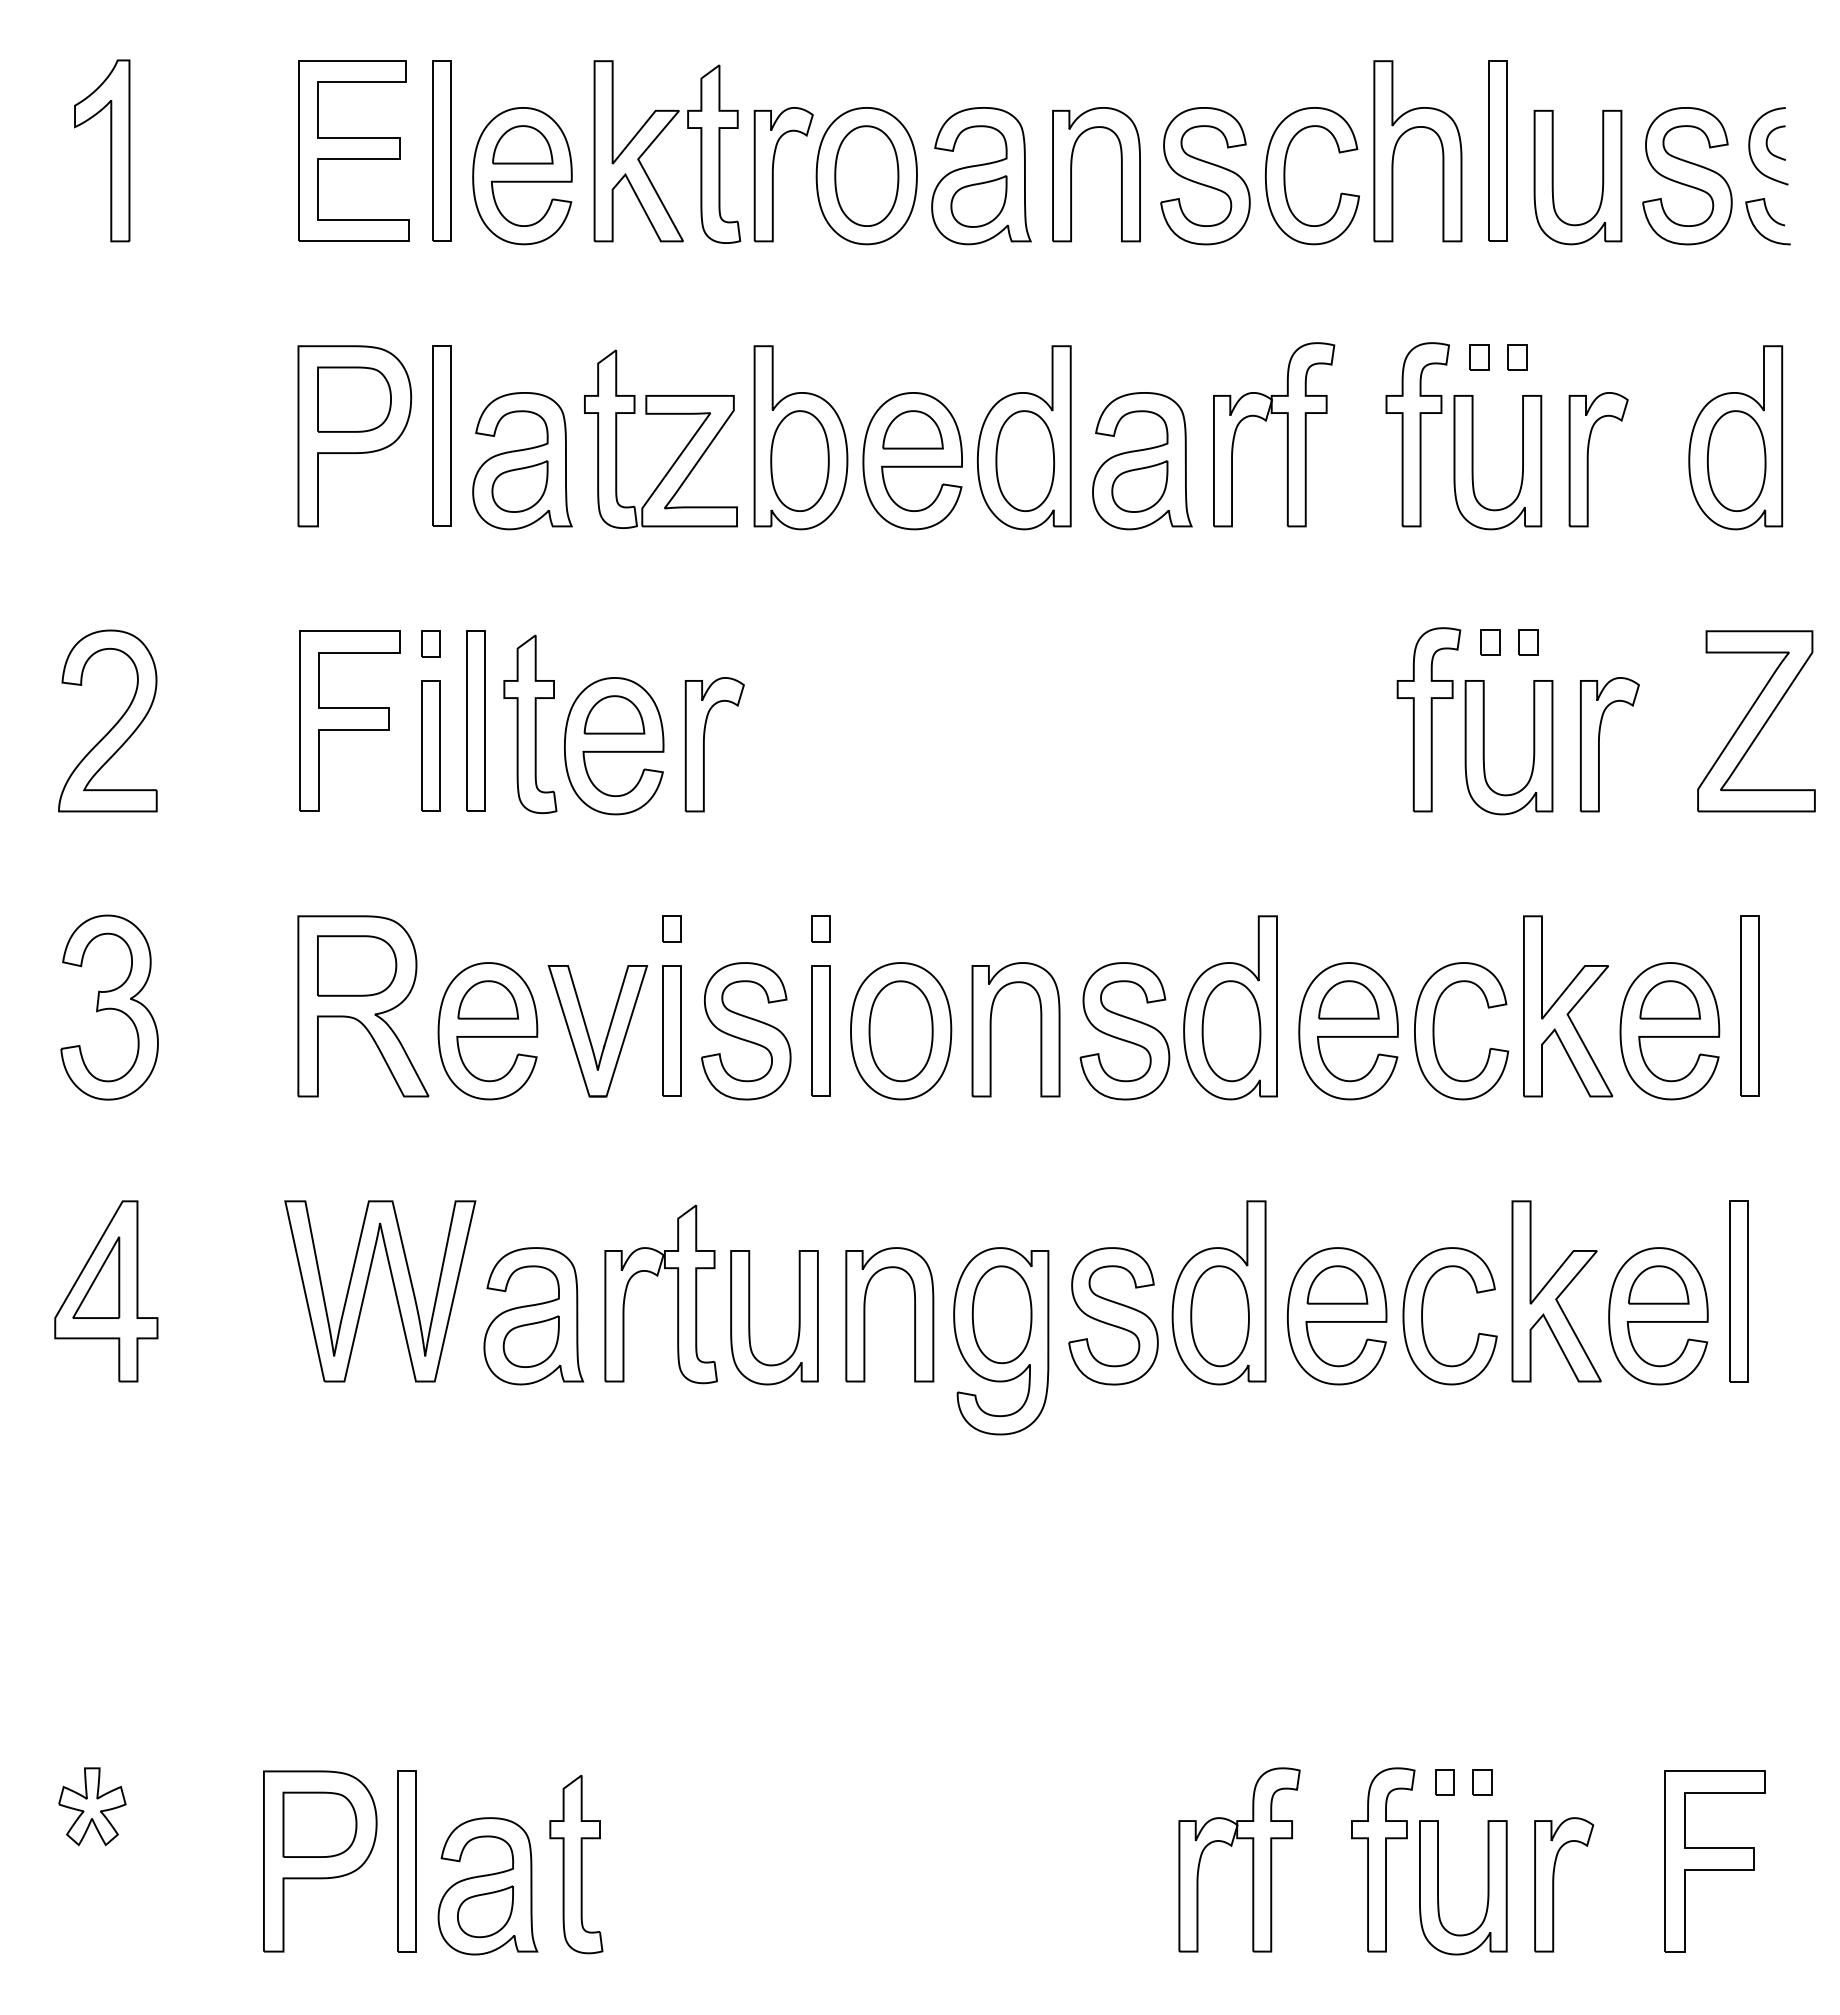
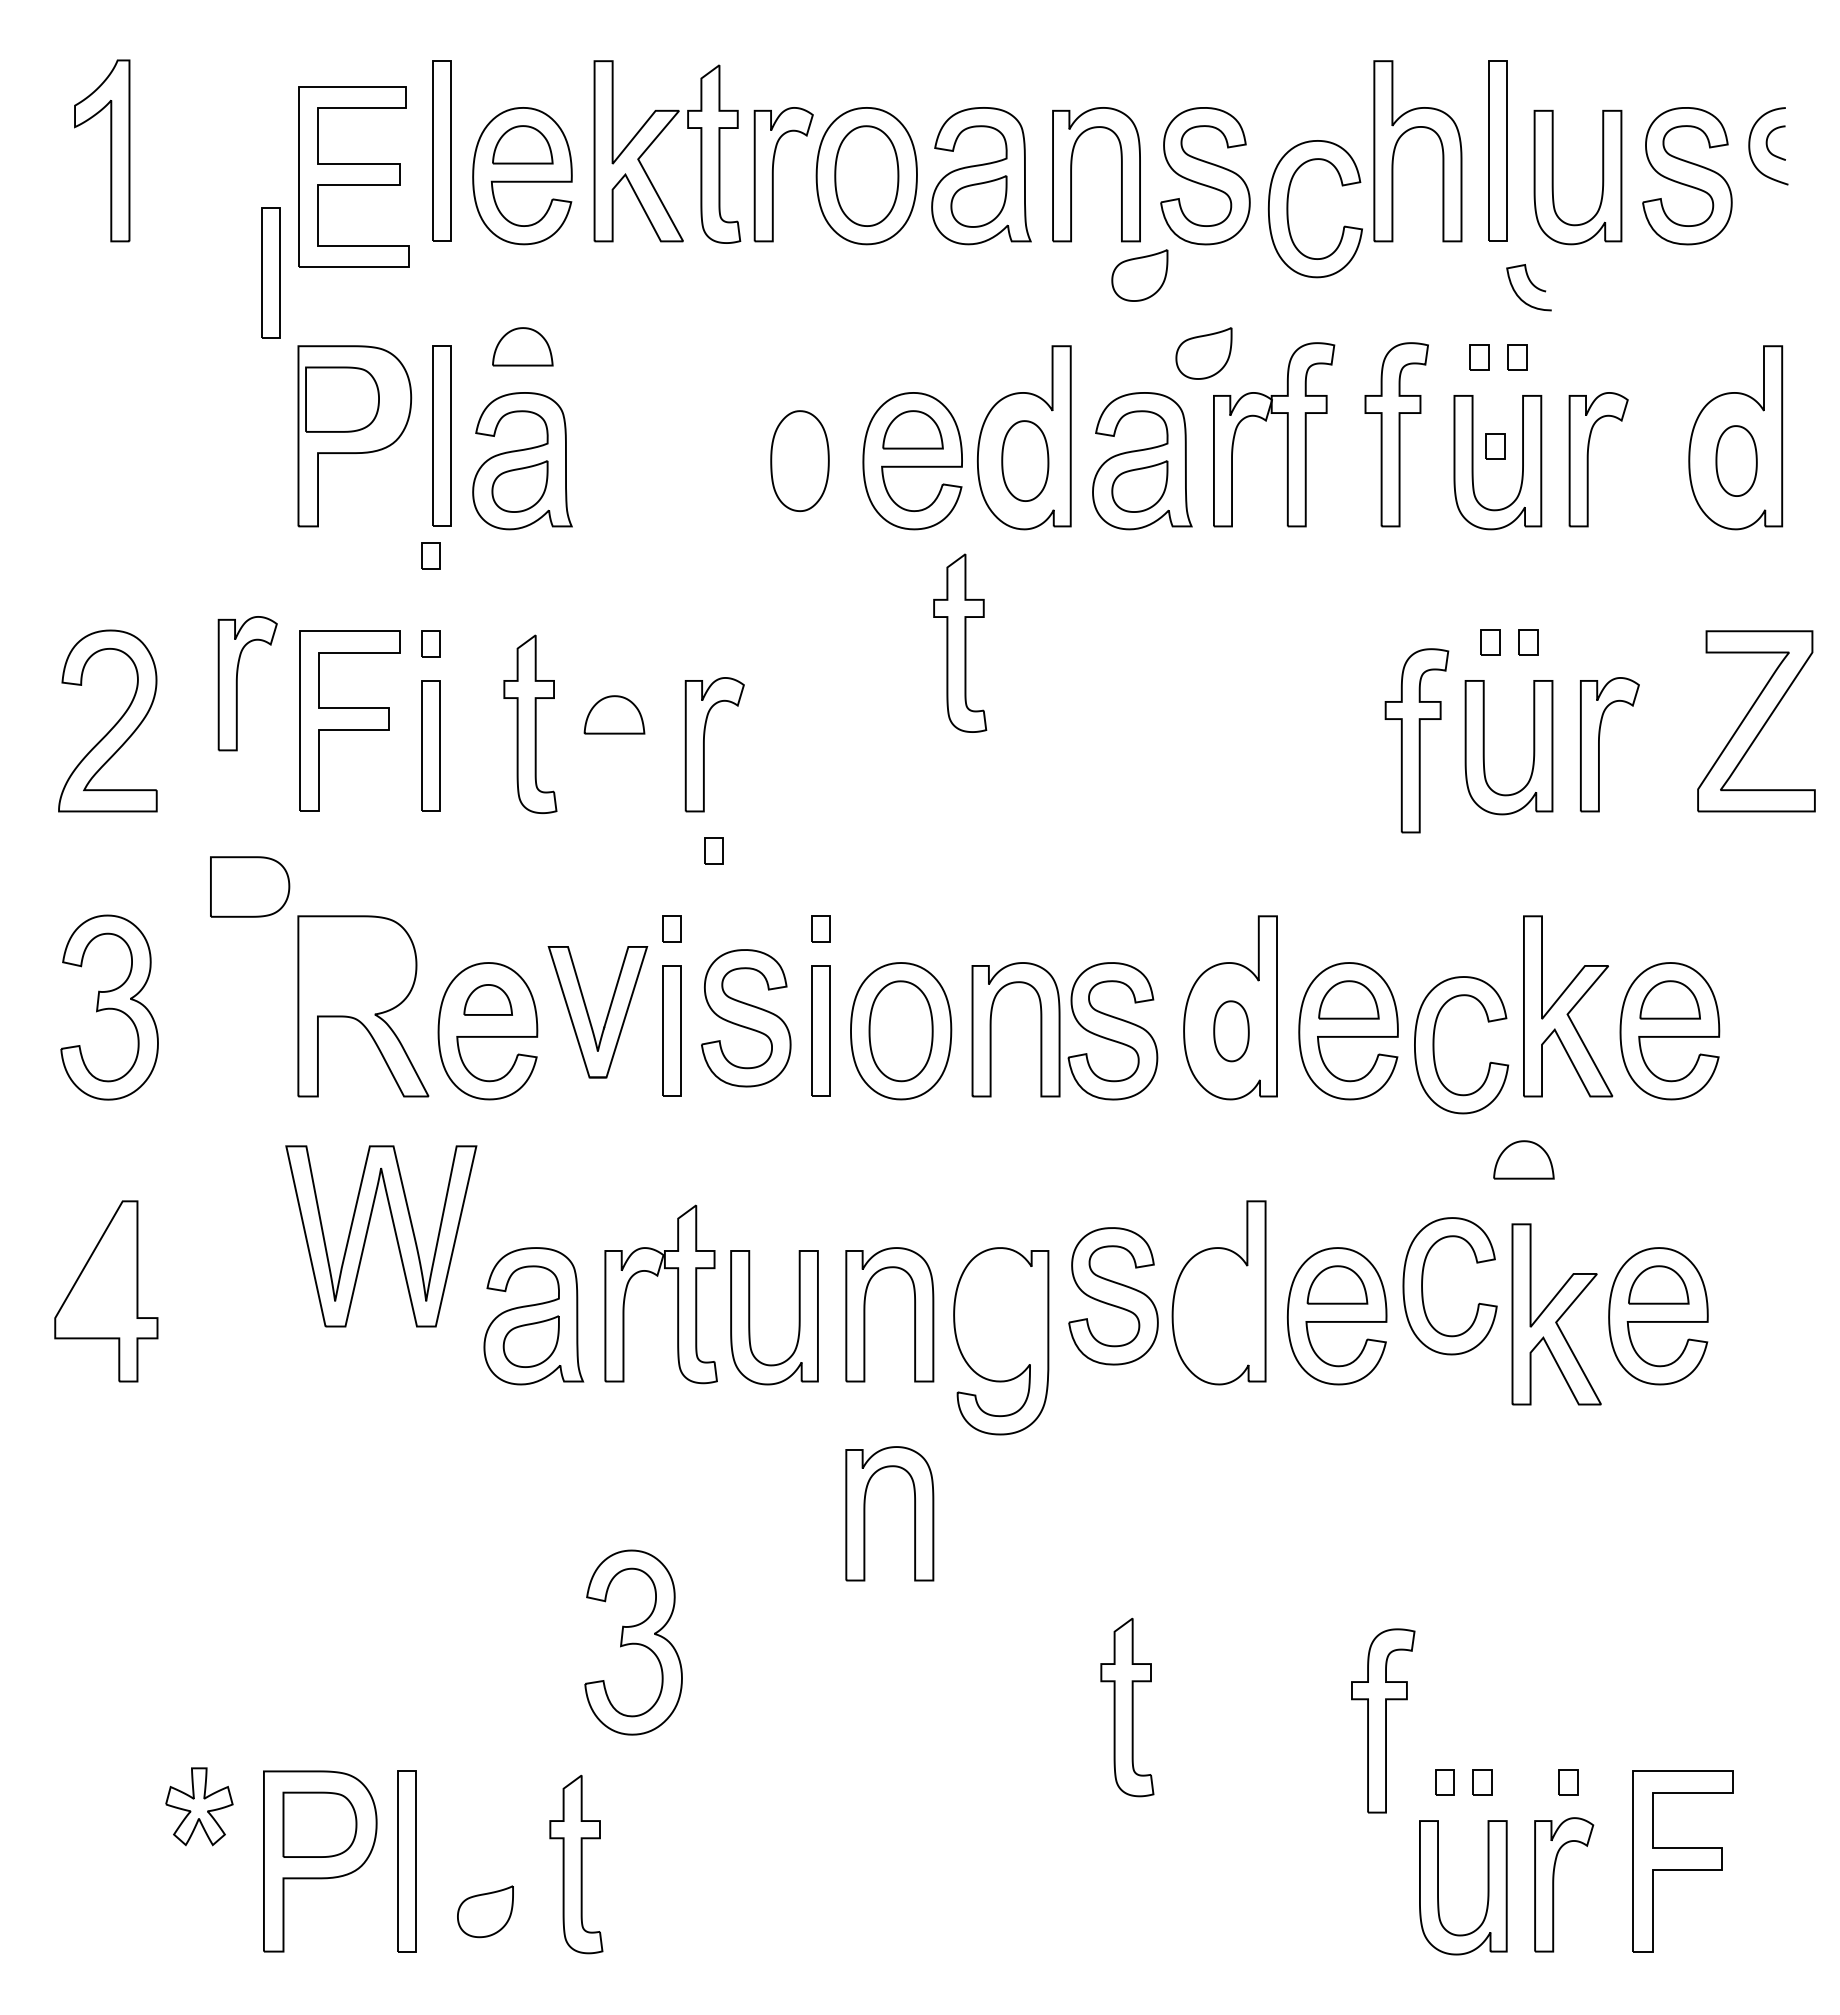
part at (353, 150) position: (353, 150) -> (353, 176)
part at (1285, 176) position: (1285, 176) -> (1288, 209)
curve at (1770, 218) position: (1770, 218) -> (1531, 284)
part at (270, 272): none -> present
part at (1139, 275): none -> present
part at (522, 346): none -> present
part at (1203, 353): none -> present
part at (354, 399) position: (354, 399) -> (342, 399)
part at (660, 414): present -> none
part at (1417, 434) position: (1417, 434) -> (1396, 434)
part at (800, 437): present -> none
part at (1495, 446): none -> present
part at (1025, 460) size: 61x102 px -> 49x82 px
part at (1736, 460) size: 61x102 px -> 43x72 px
part at (430, 555): none -> present
part at (960, 642): none -> present
part at (237, 683): none -> present
part at (1428, 719) position: (1428, 719) -> (1416, 740)
part at (475, 720): present -> none
part at (614, 746): present -> none
part at (713, 850): none -> present
part at (357, 965) position: (357, 965) -> (250, 886)
part at (487, 999) size: 62x40 px -> 50x32 px
part at (1749, 1005): present -> none
part at (746, 1031) position: (746, 1031) -> (746, 1018)
part at (1124, 1031) position: (1124, 1031) -> (1112, 1031)
part at (1231, 1031) size: 61x103 px -> 37x63 px
part at (1434, 1031) position: (1434, 1031) -> (1434, 1045)
part at (589, 1034) position: (589, 1034) -> (589, 1015)
part at (1523, 1159): none -> present
part at (96, 1277): present -> none
part at (393, 1288) position: (393, 1288) -> (394, 1233)
part at (1556, 1291) position: (1556, 1291) -> (1556, 1314)
part at (1738, 1291): present -> none
part at (1001, 1314): present -> none
part at (1113, 1316) position: (1113, 1316) -> (1113, 1296)
part at (1219, 1316): present -> none
part at (1423, 1321) position: (1423, 1321) -> (1423, 1291)
part at (865, 1513): none -> present
part at (633, 1642): none -> present
part at (1127, 1707): none -> present
part at (1568, 1782): none -> present
part at (92, 1806) position: (92, 1806) -> (199, 1806)
part at (1252, 1859): present -> none
part at (1383, 1859) position: (1383, 1859) -> (1383, 1720)
part at (1714, 1861) position: (1714, 1861) -> (1682, 1861)
part at (487, 1886): present -> none
